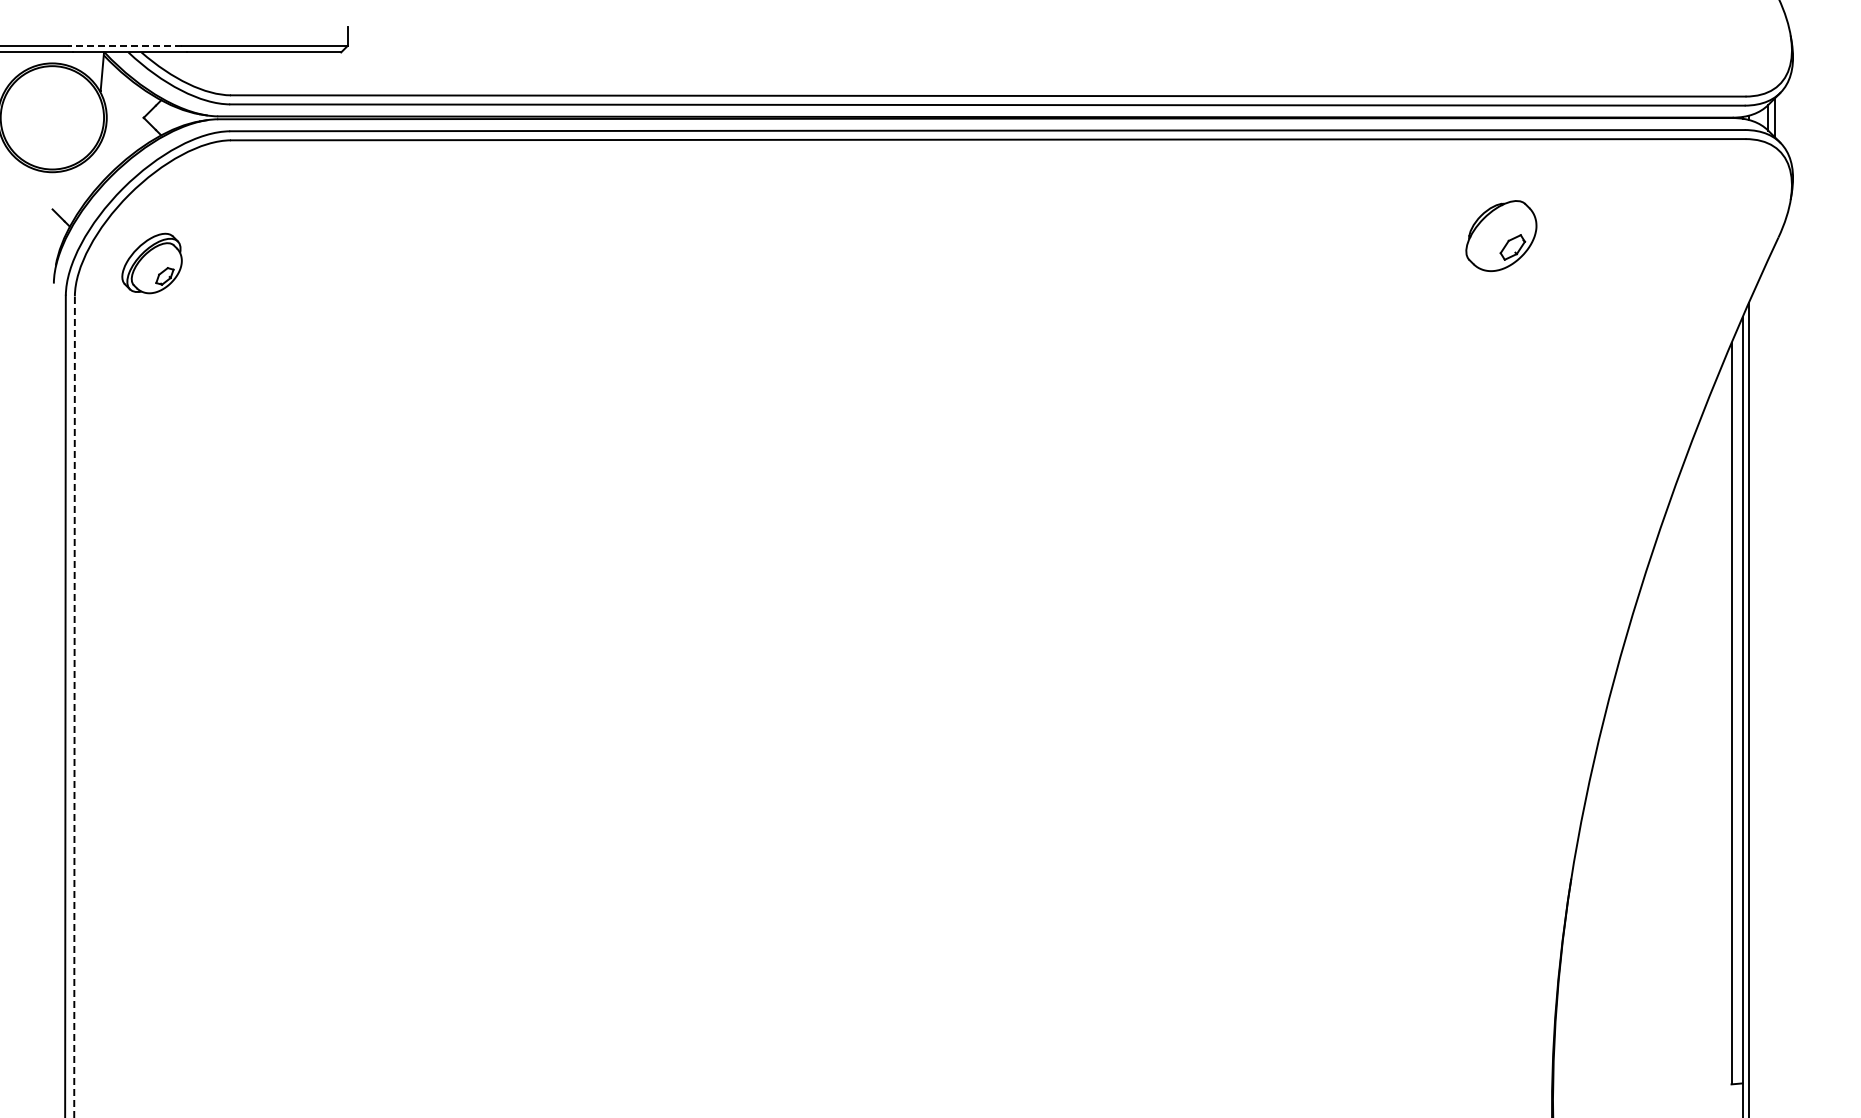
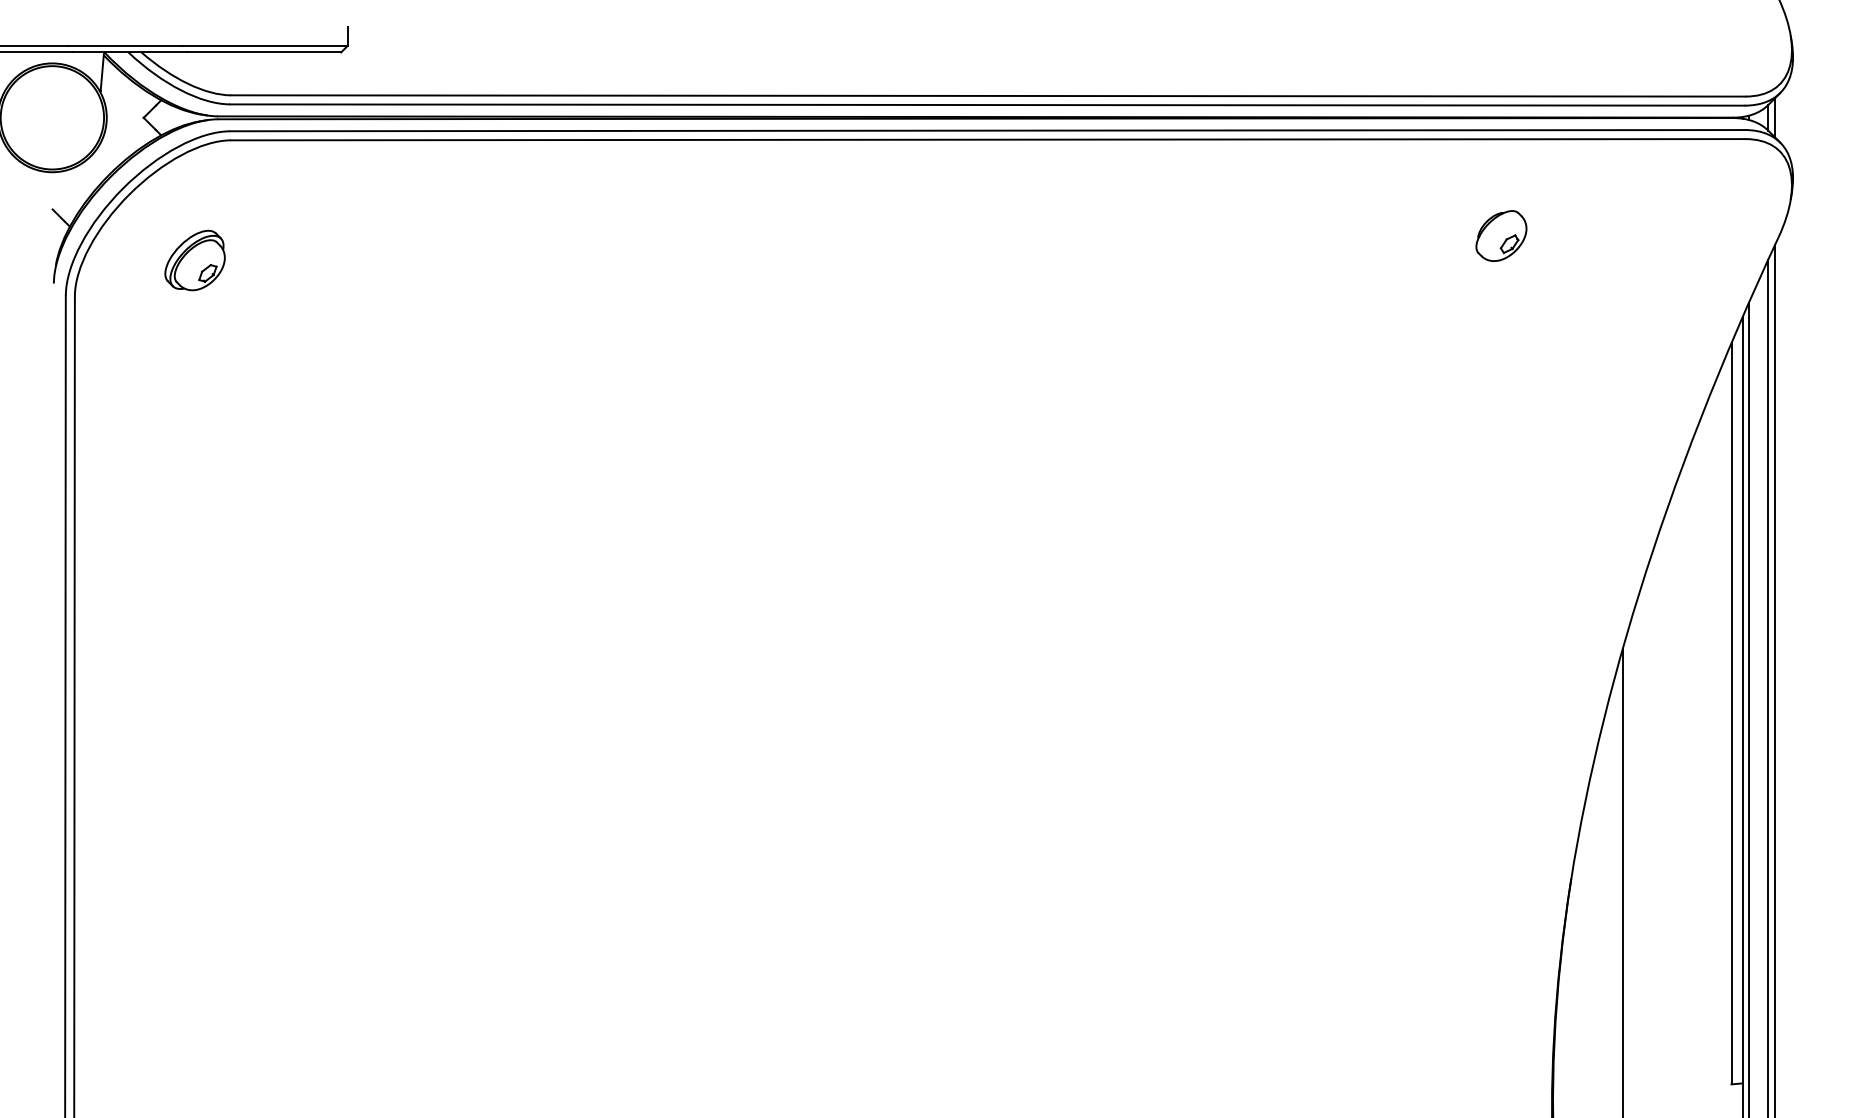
line at (124, 45): dashed -> solid
part at (1501, 235) size: 73x72 px -> 53x52 px
part at (151, 263) position: (151, 263) -> (194, 260)
line at (1774, 679): none -> present
line at (1768, 686): none -> present
line at (74, 706): dashed -> solid
line at (1622, 881): none -> present
